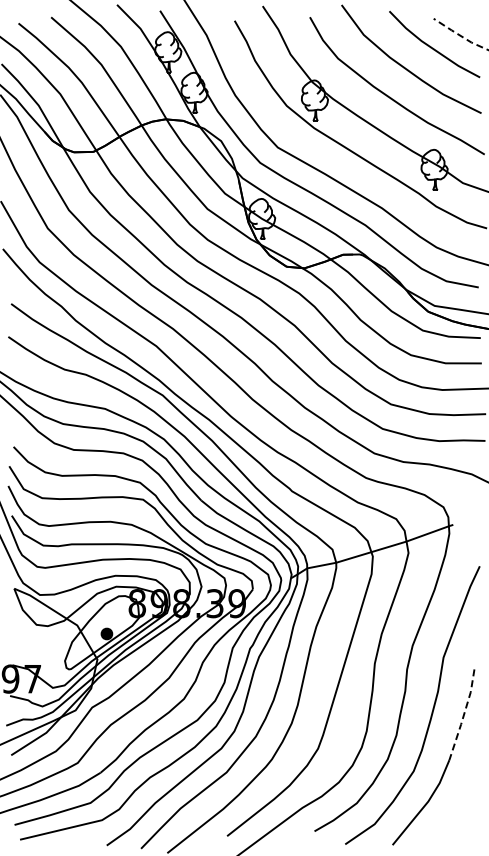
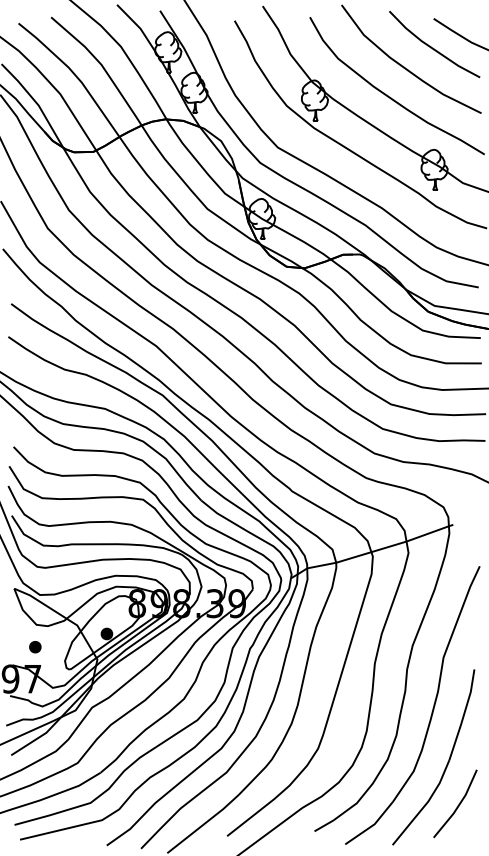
line at (459, 35): dashed -> solid
part at (35, 647): none -> present
line at (463, 715): dashed -> solid
line at (457, 805): none -> present
